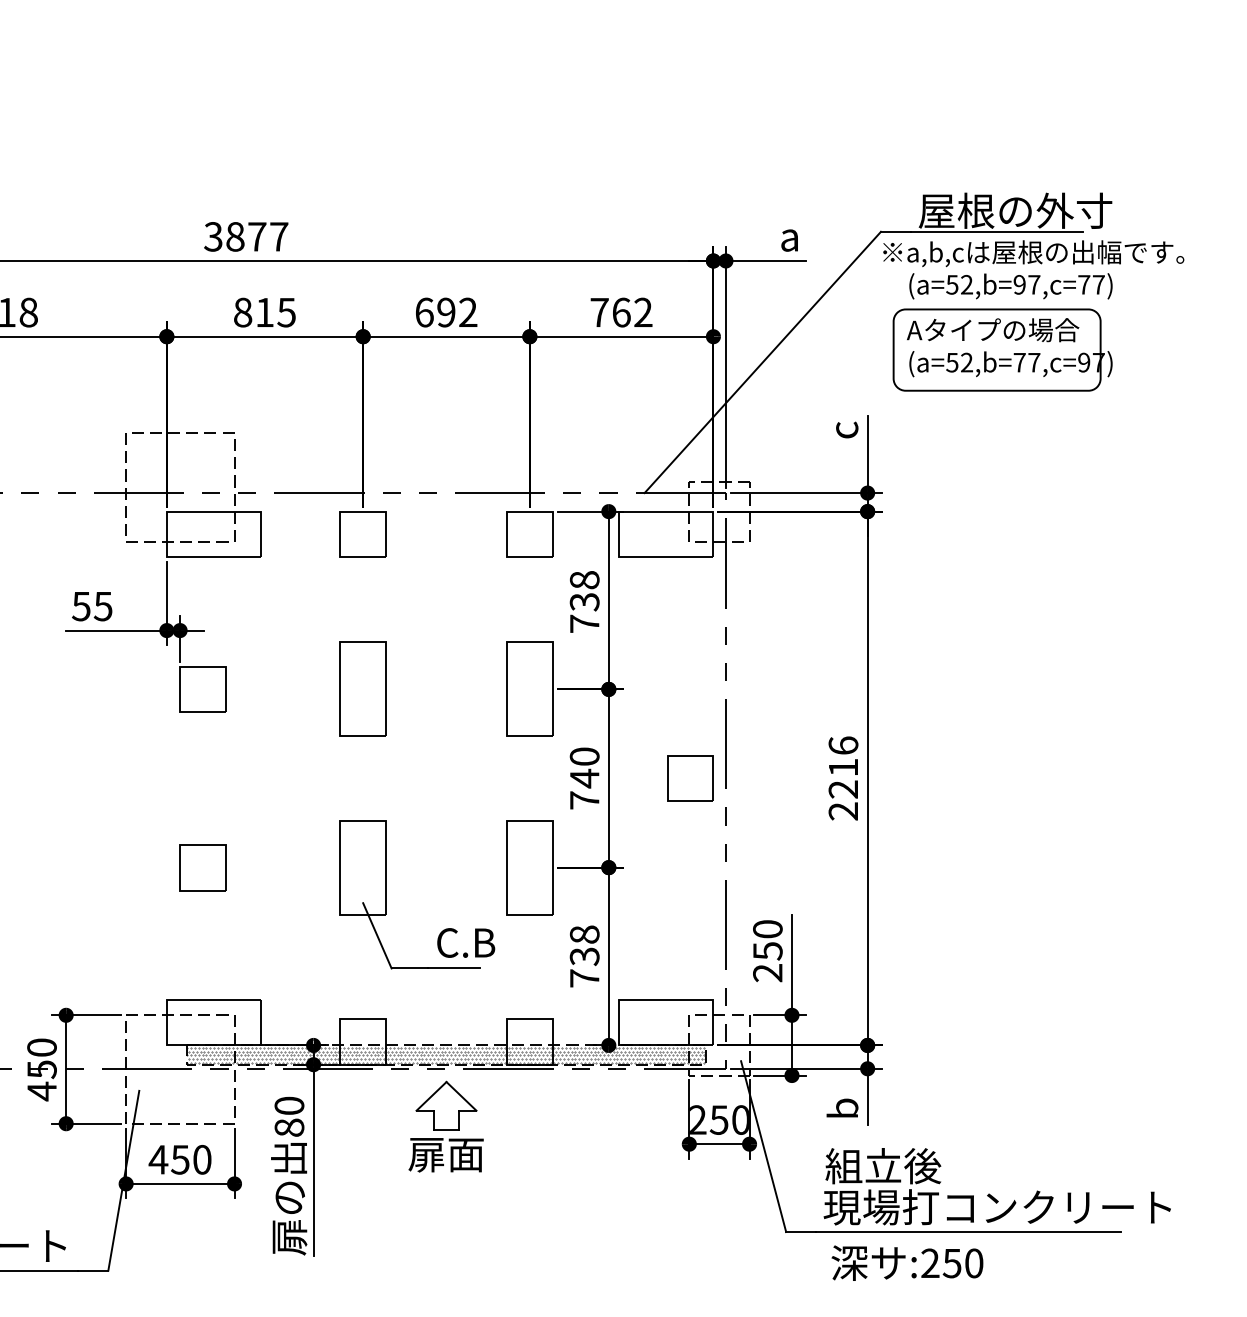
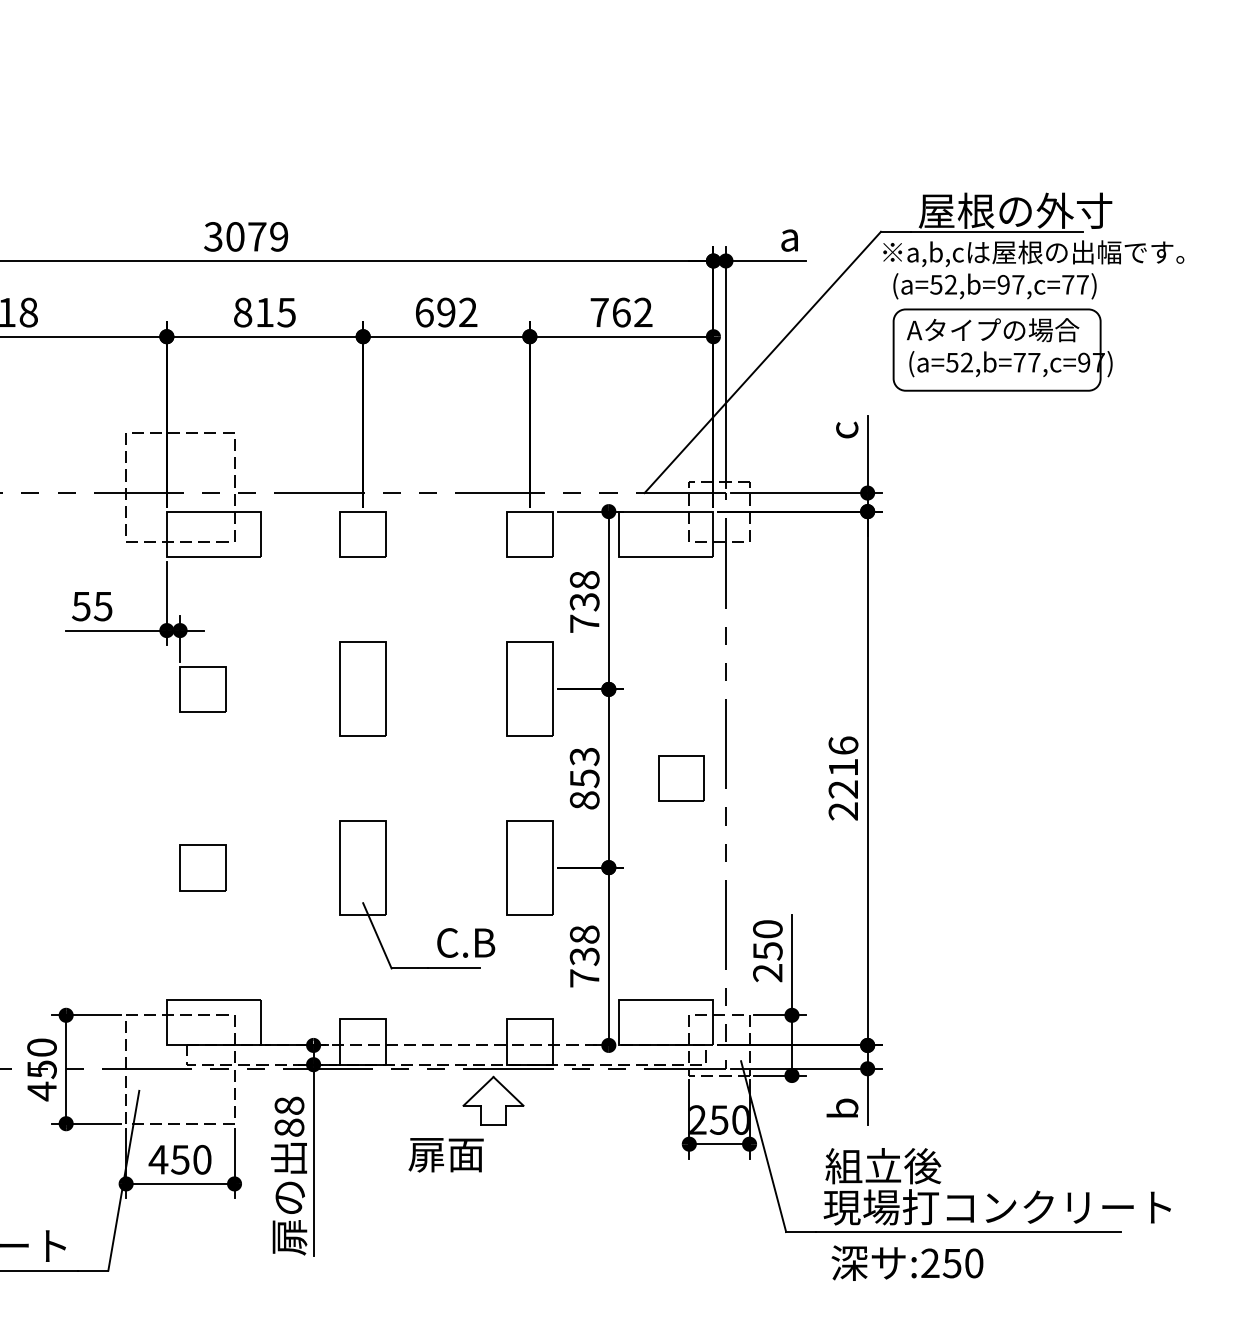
text at (257, 236): 3877 -> 3079
text at (1010, 286) position: (1010, 286) -> (994, 286)
text at (584, 778): 740 -> 853
part at (690, 778) position: (690, 778) -> (681, 778)
hatch at (446, 1055): present -> none
text at (289, 1105): 80 -> 88
part at (446, 1105) position: (446, 1105) -> (493, 1100)
